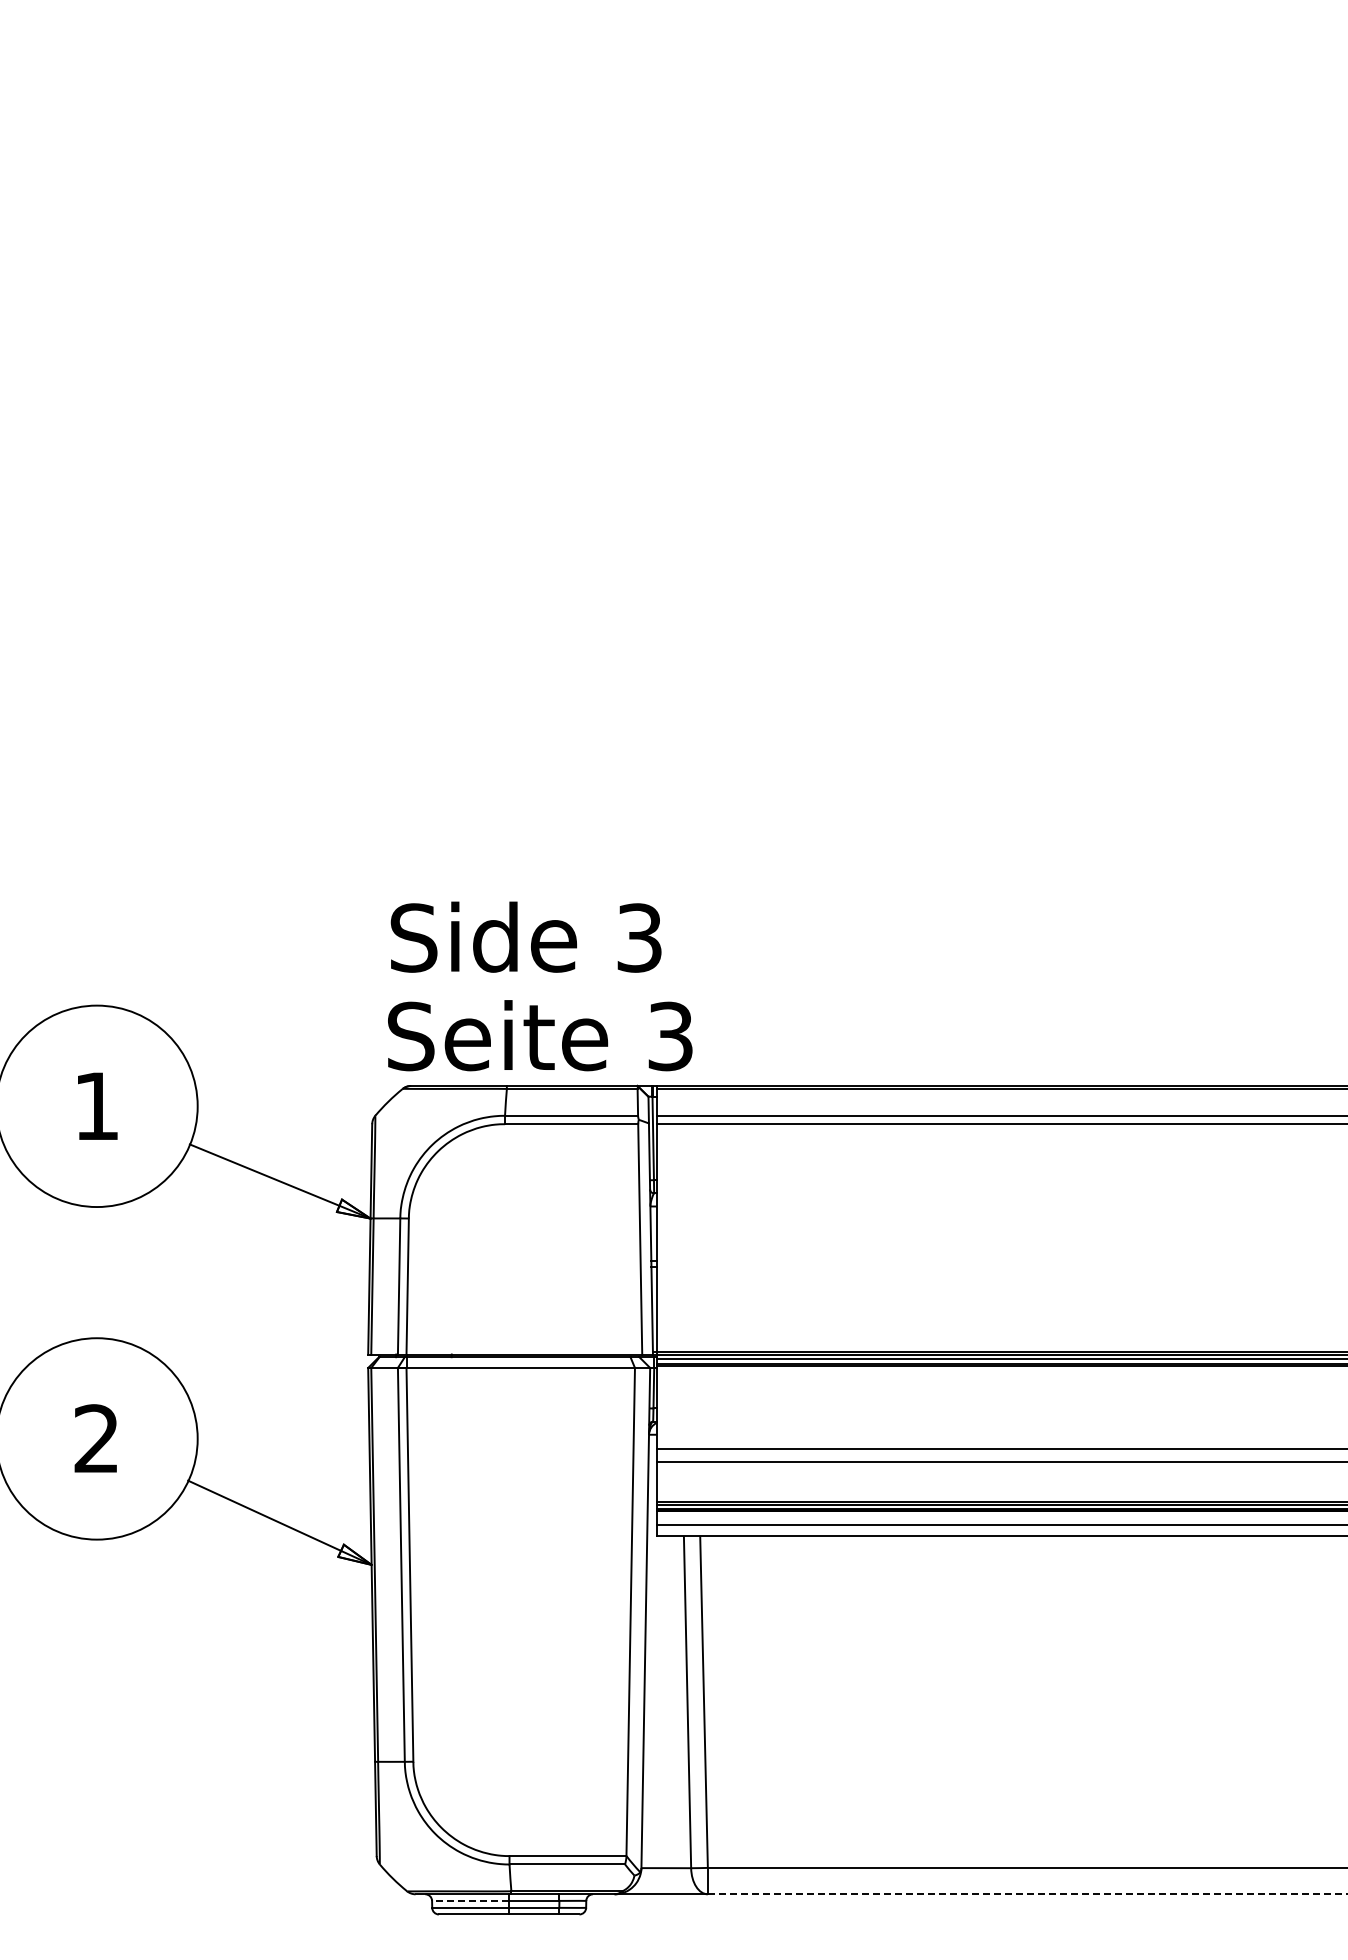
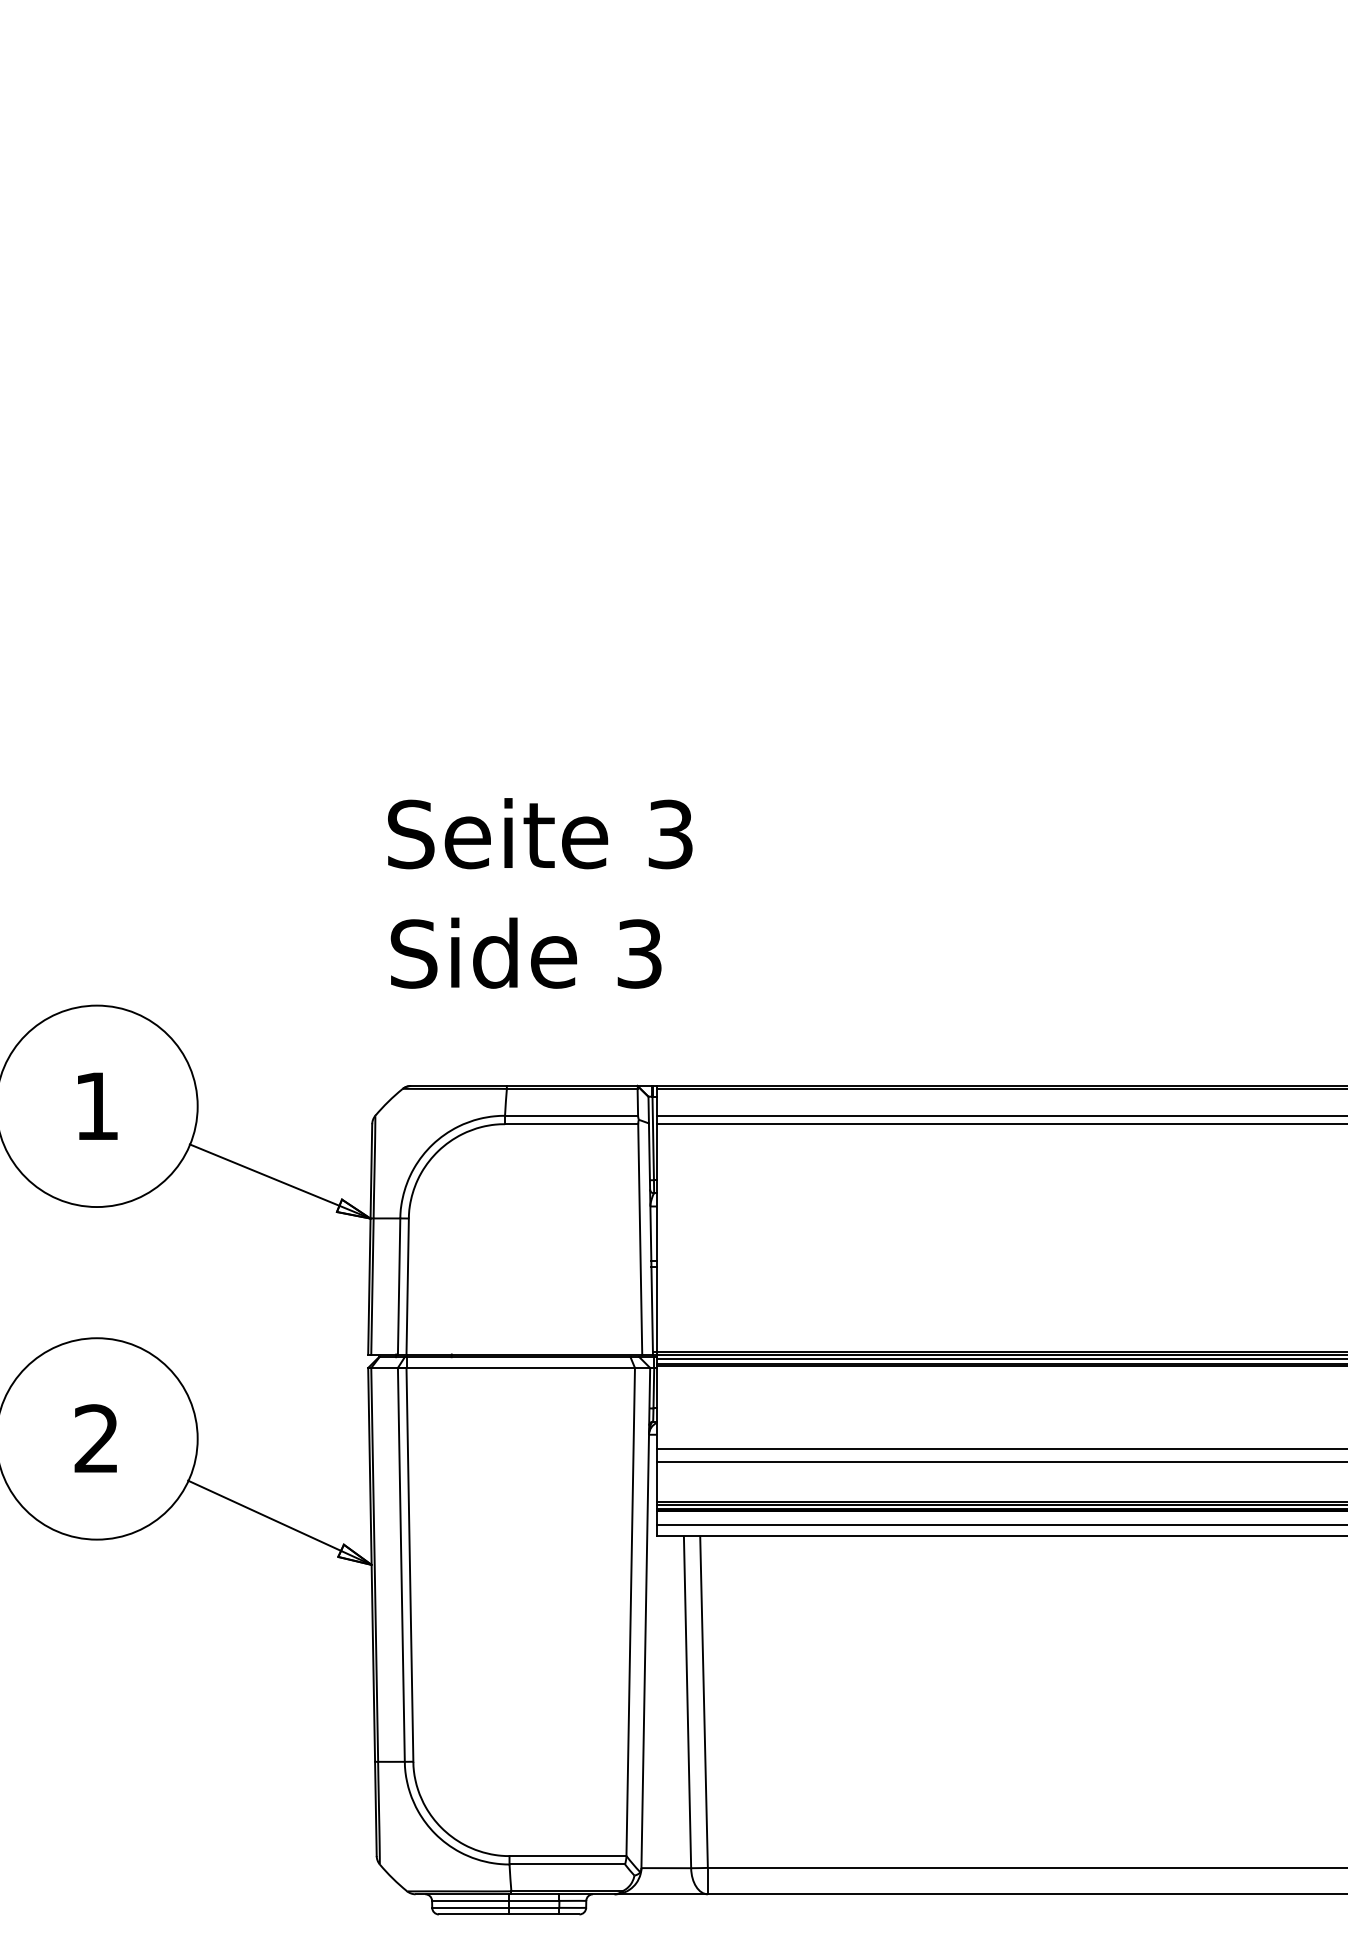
text at (525, 936) position: (525, 936) -> (525, 952)
text at (540, 1035) position: (540, 1035) -> (540, 833)
line at (1027, 1894): dashed -> solid
line at (470, 1900): dashed -> solid
